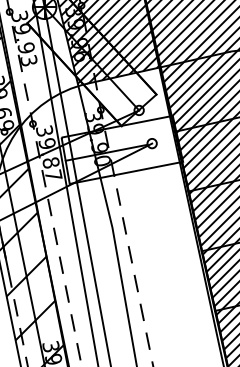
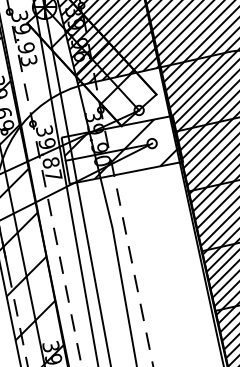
hatch at (92, 59): none -> present
hatch at (121, 149): none -> present
